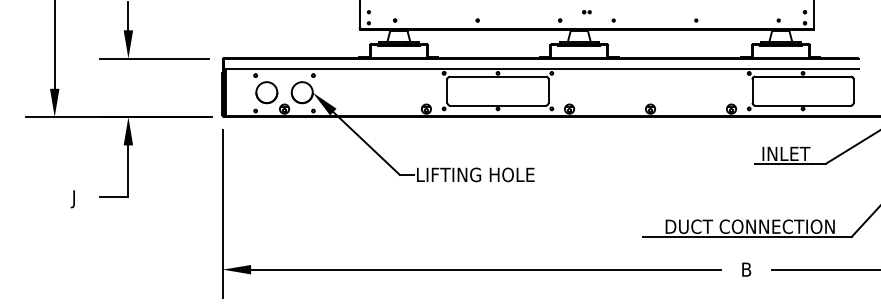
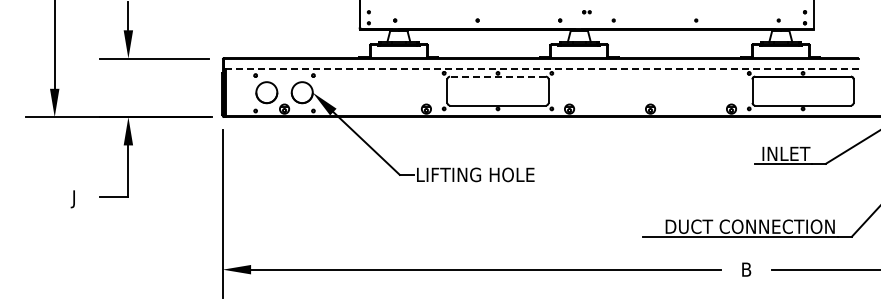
line at (541, 68): solid -> dashed
line at (498, 76): solid -> dashed
